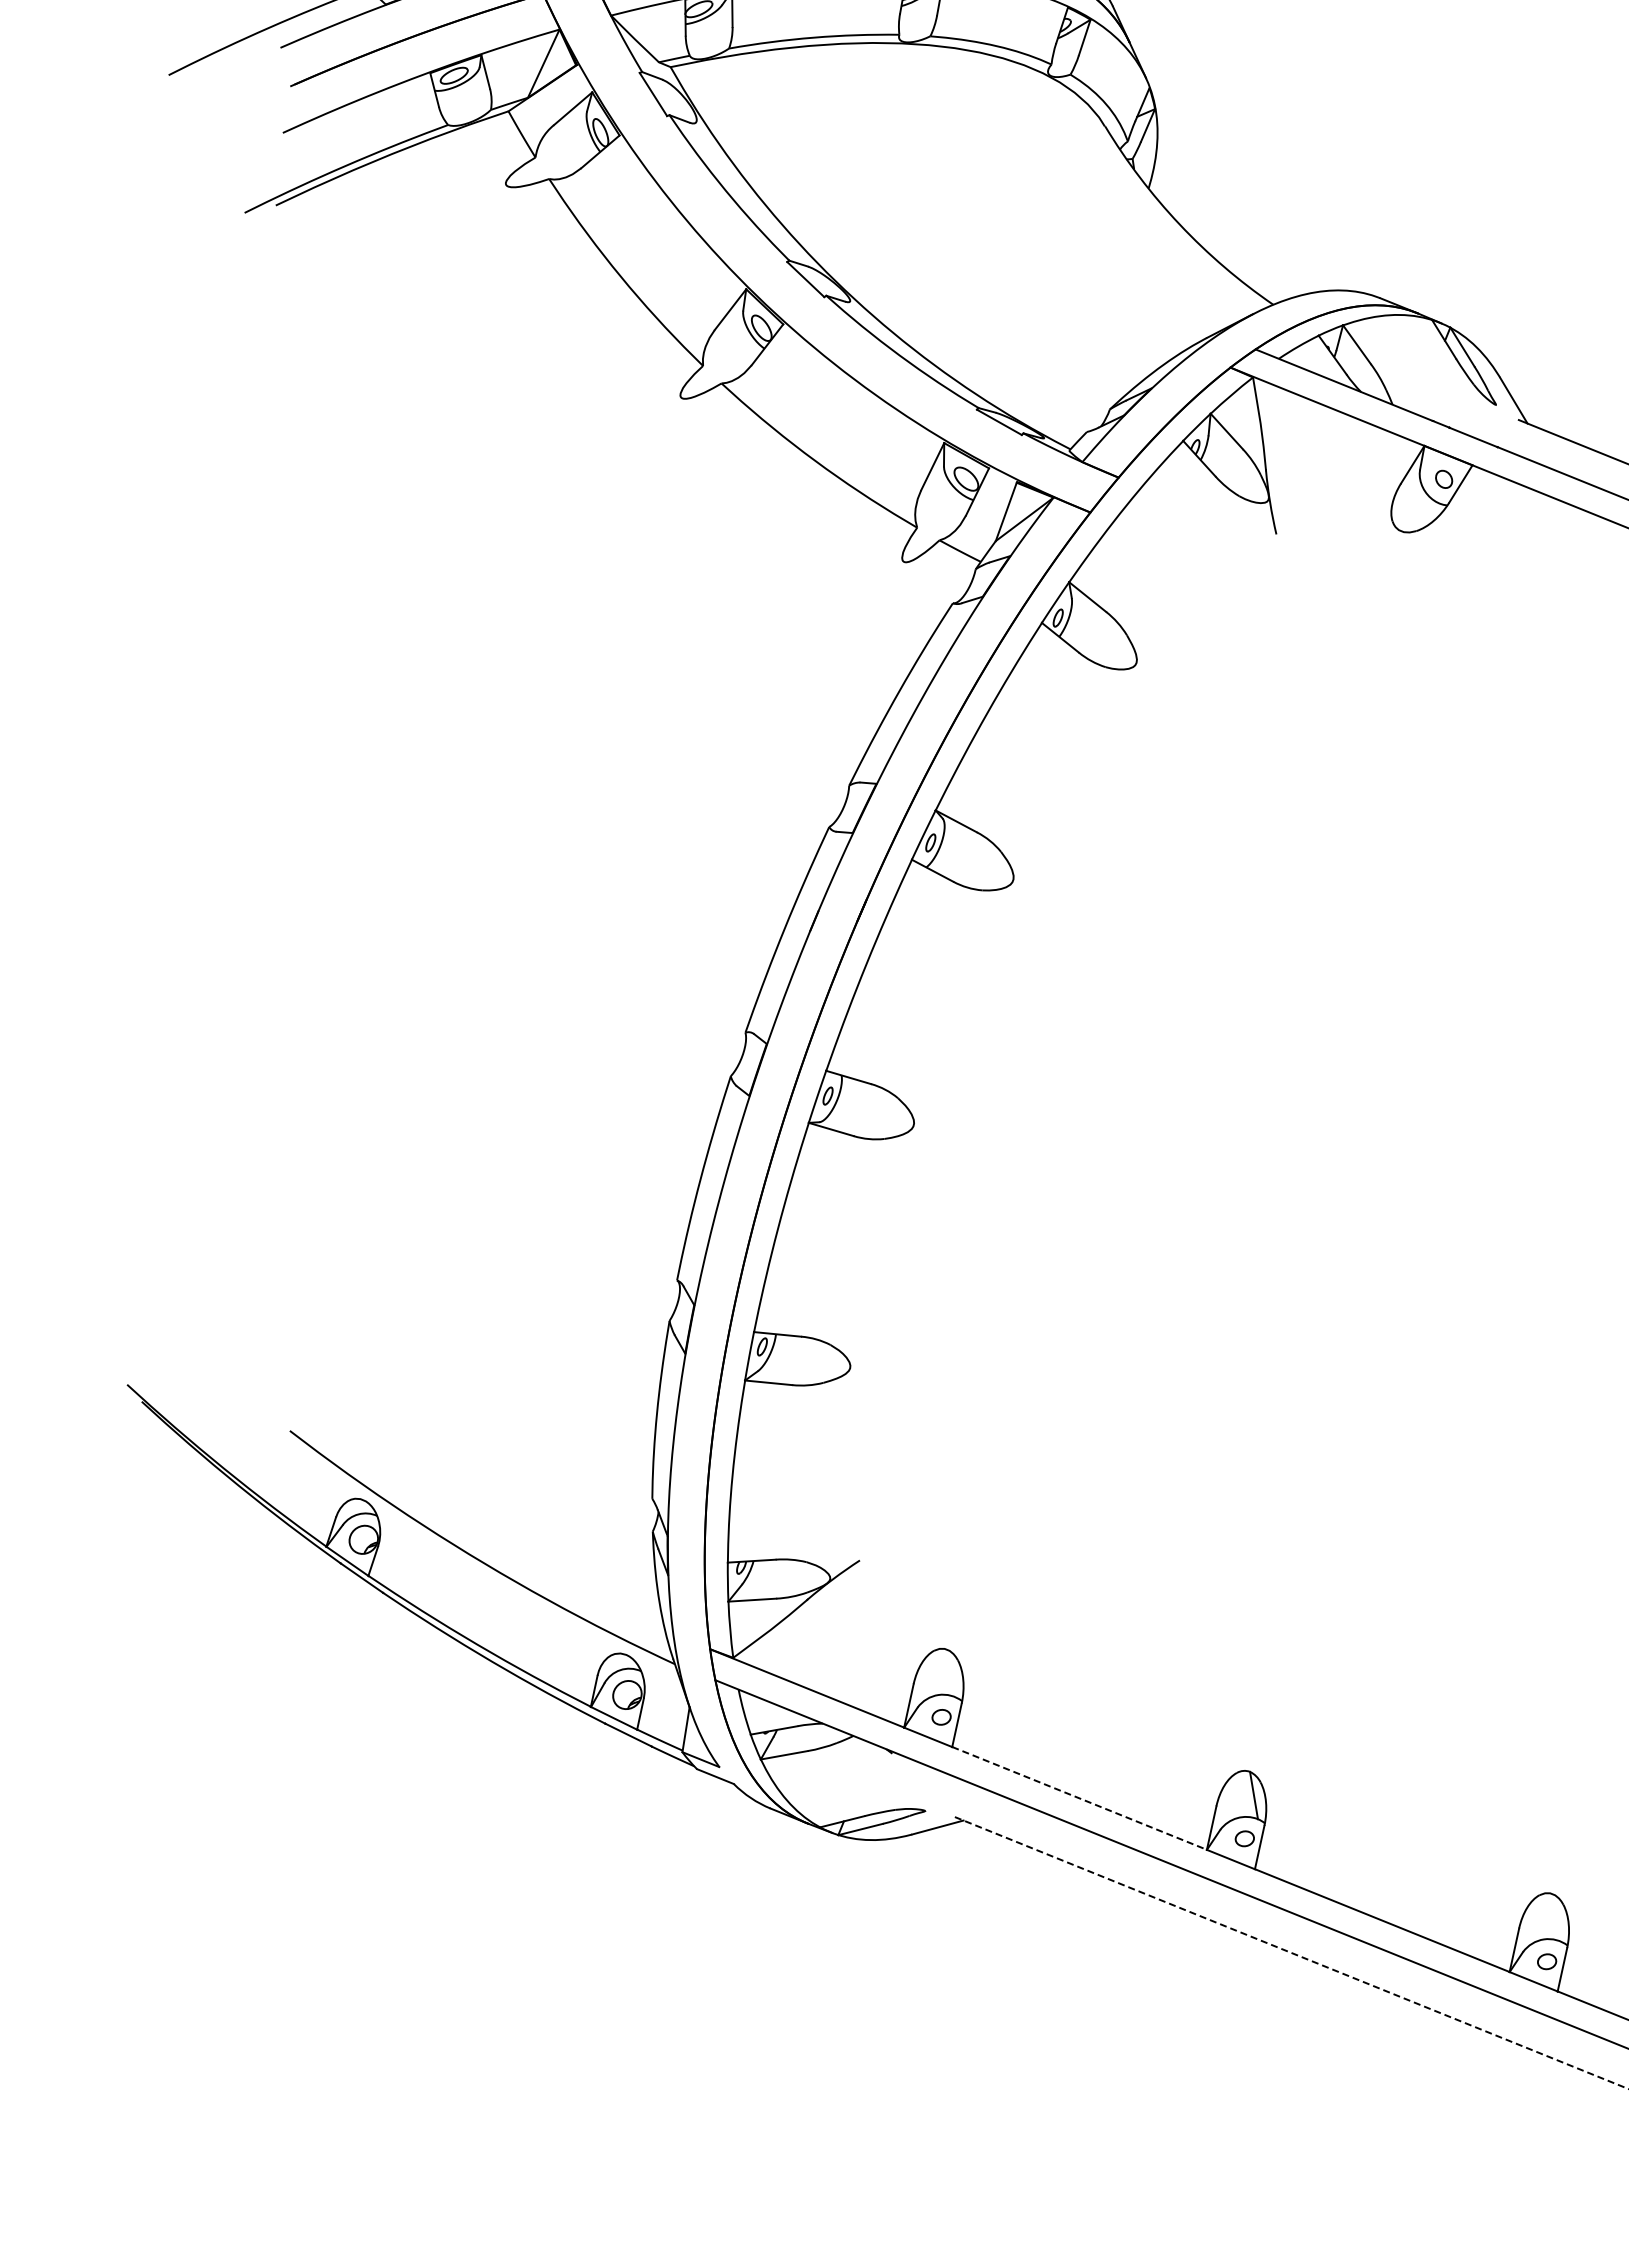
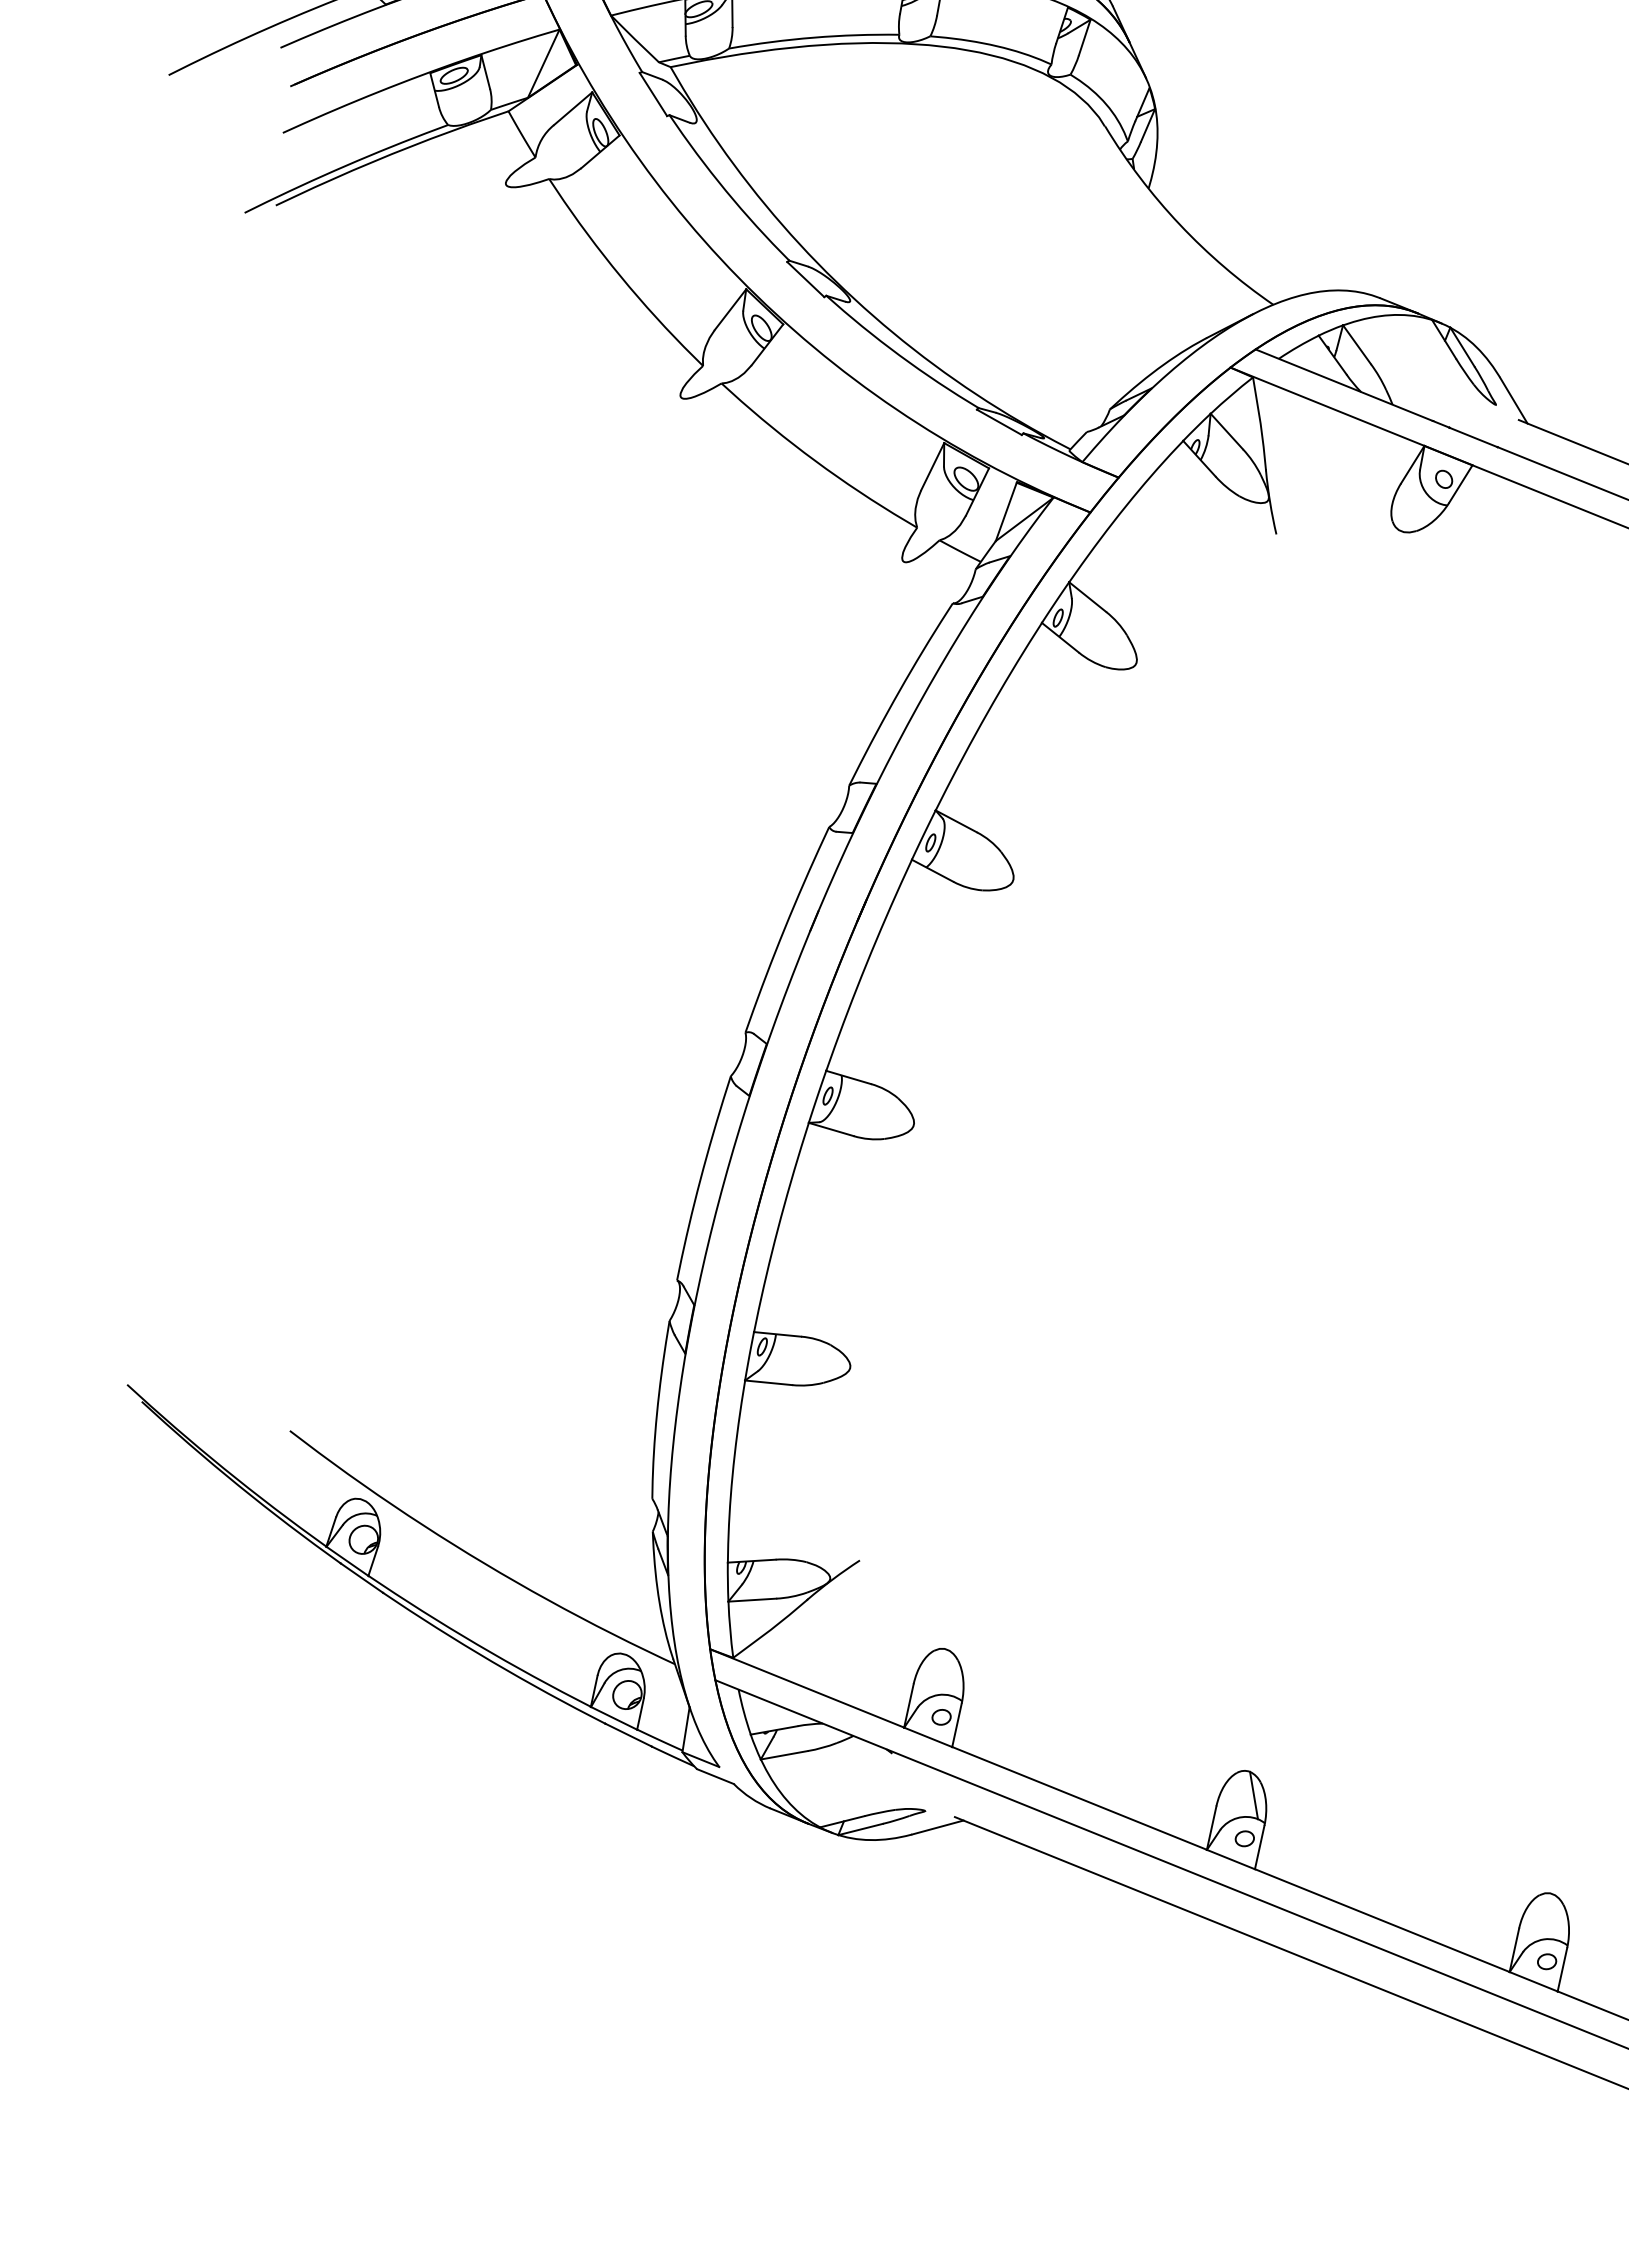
line at (1080, 1798): dashed -> solid
line at (1292, 1953): dashed -> solid
